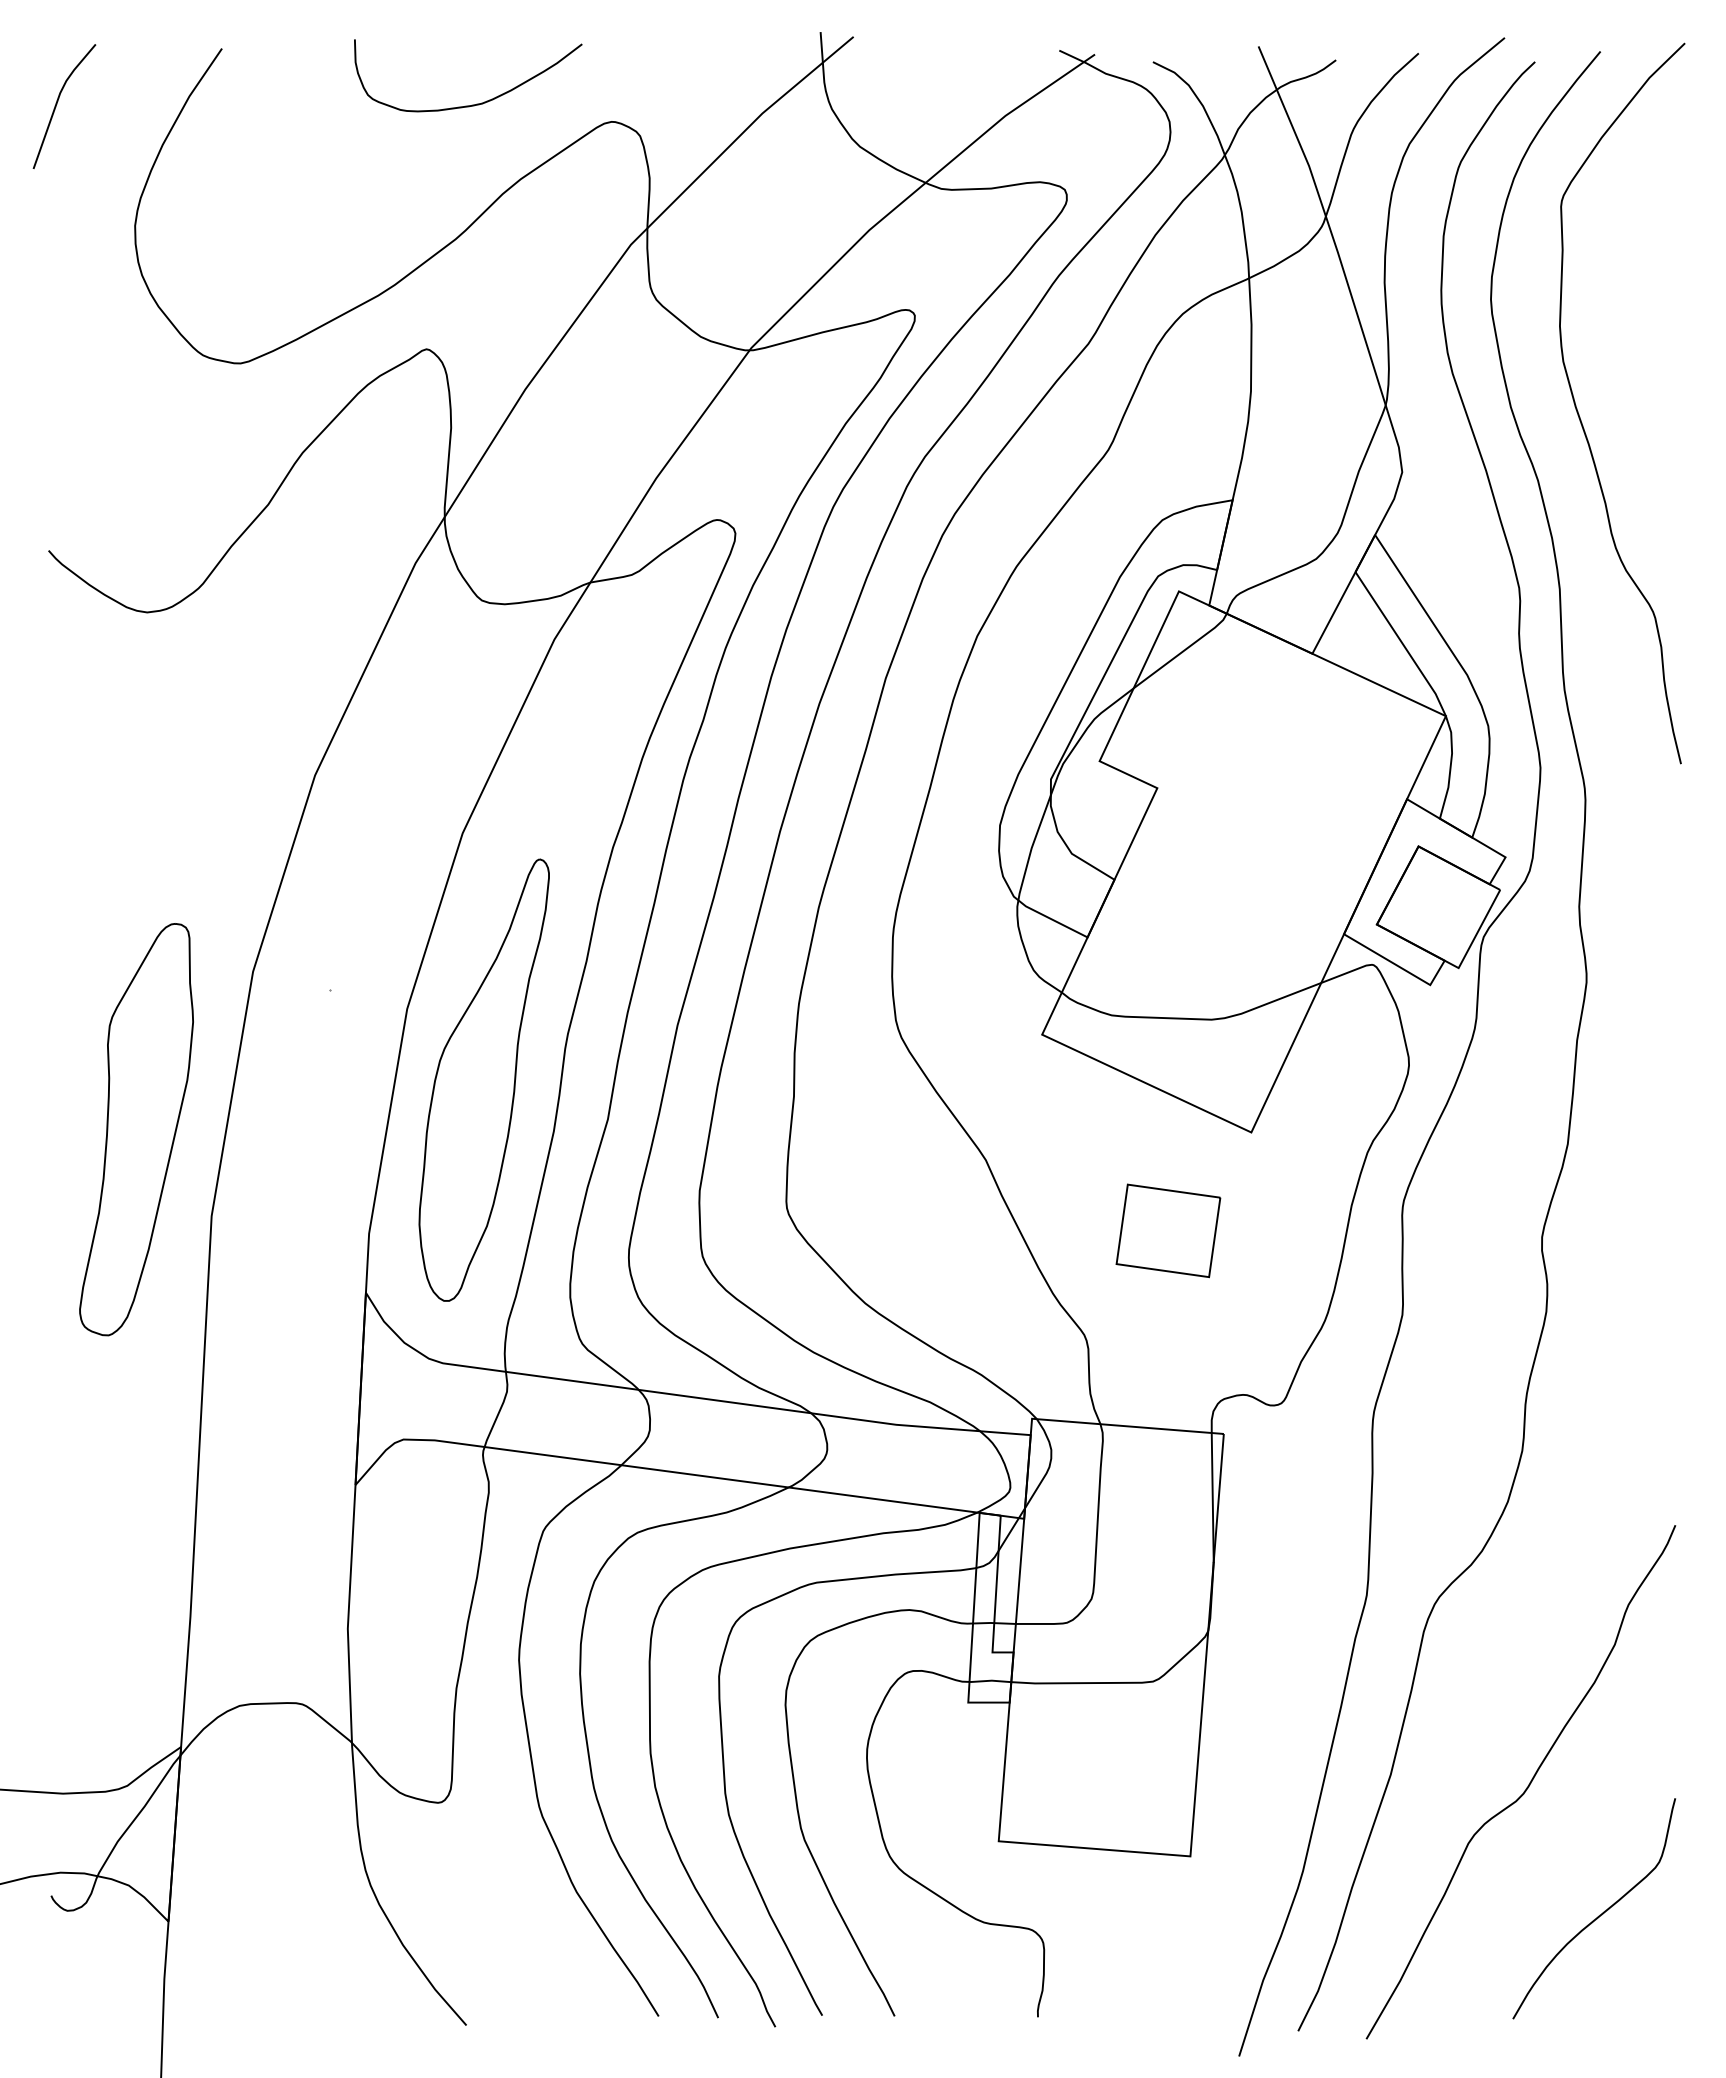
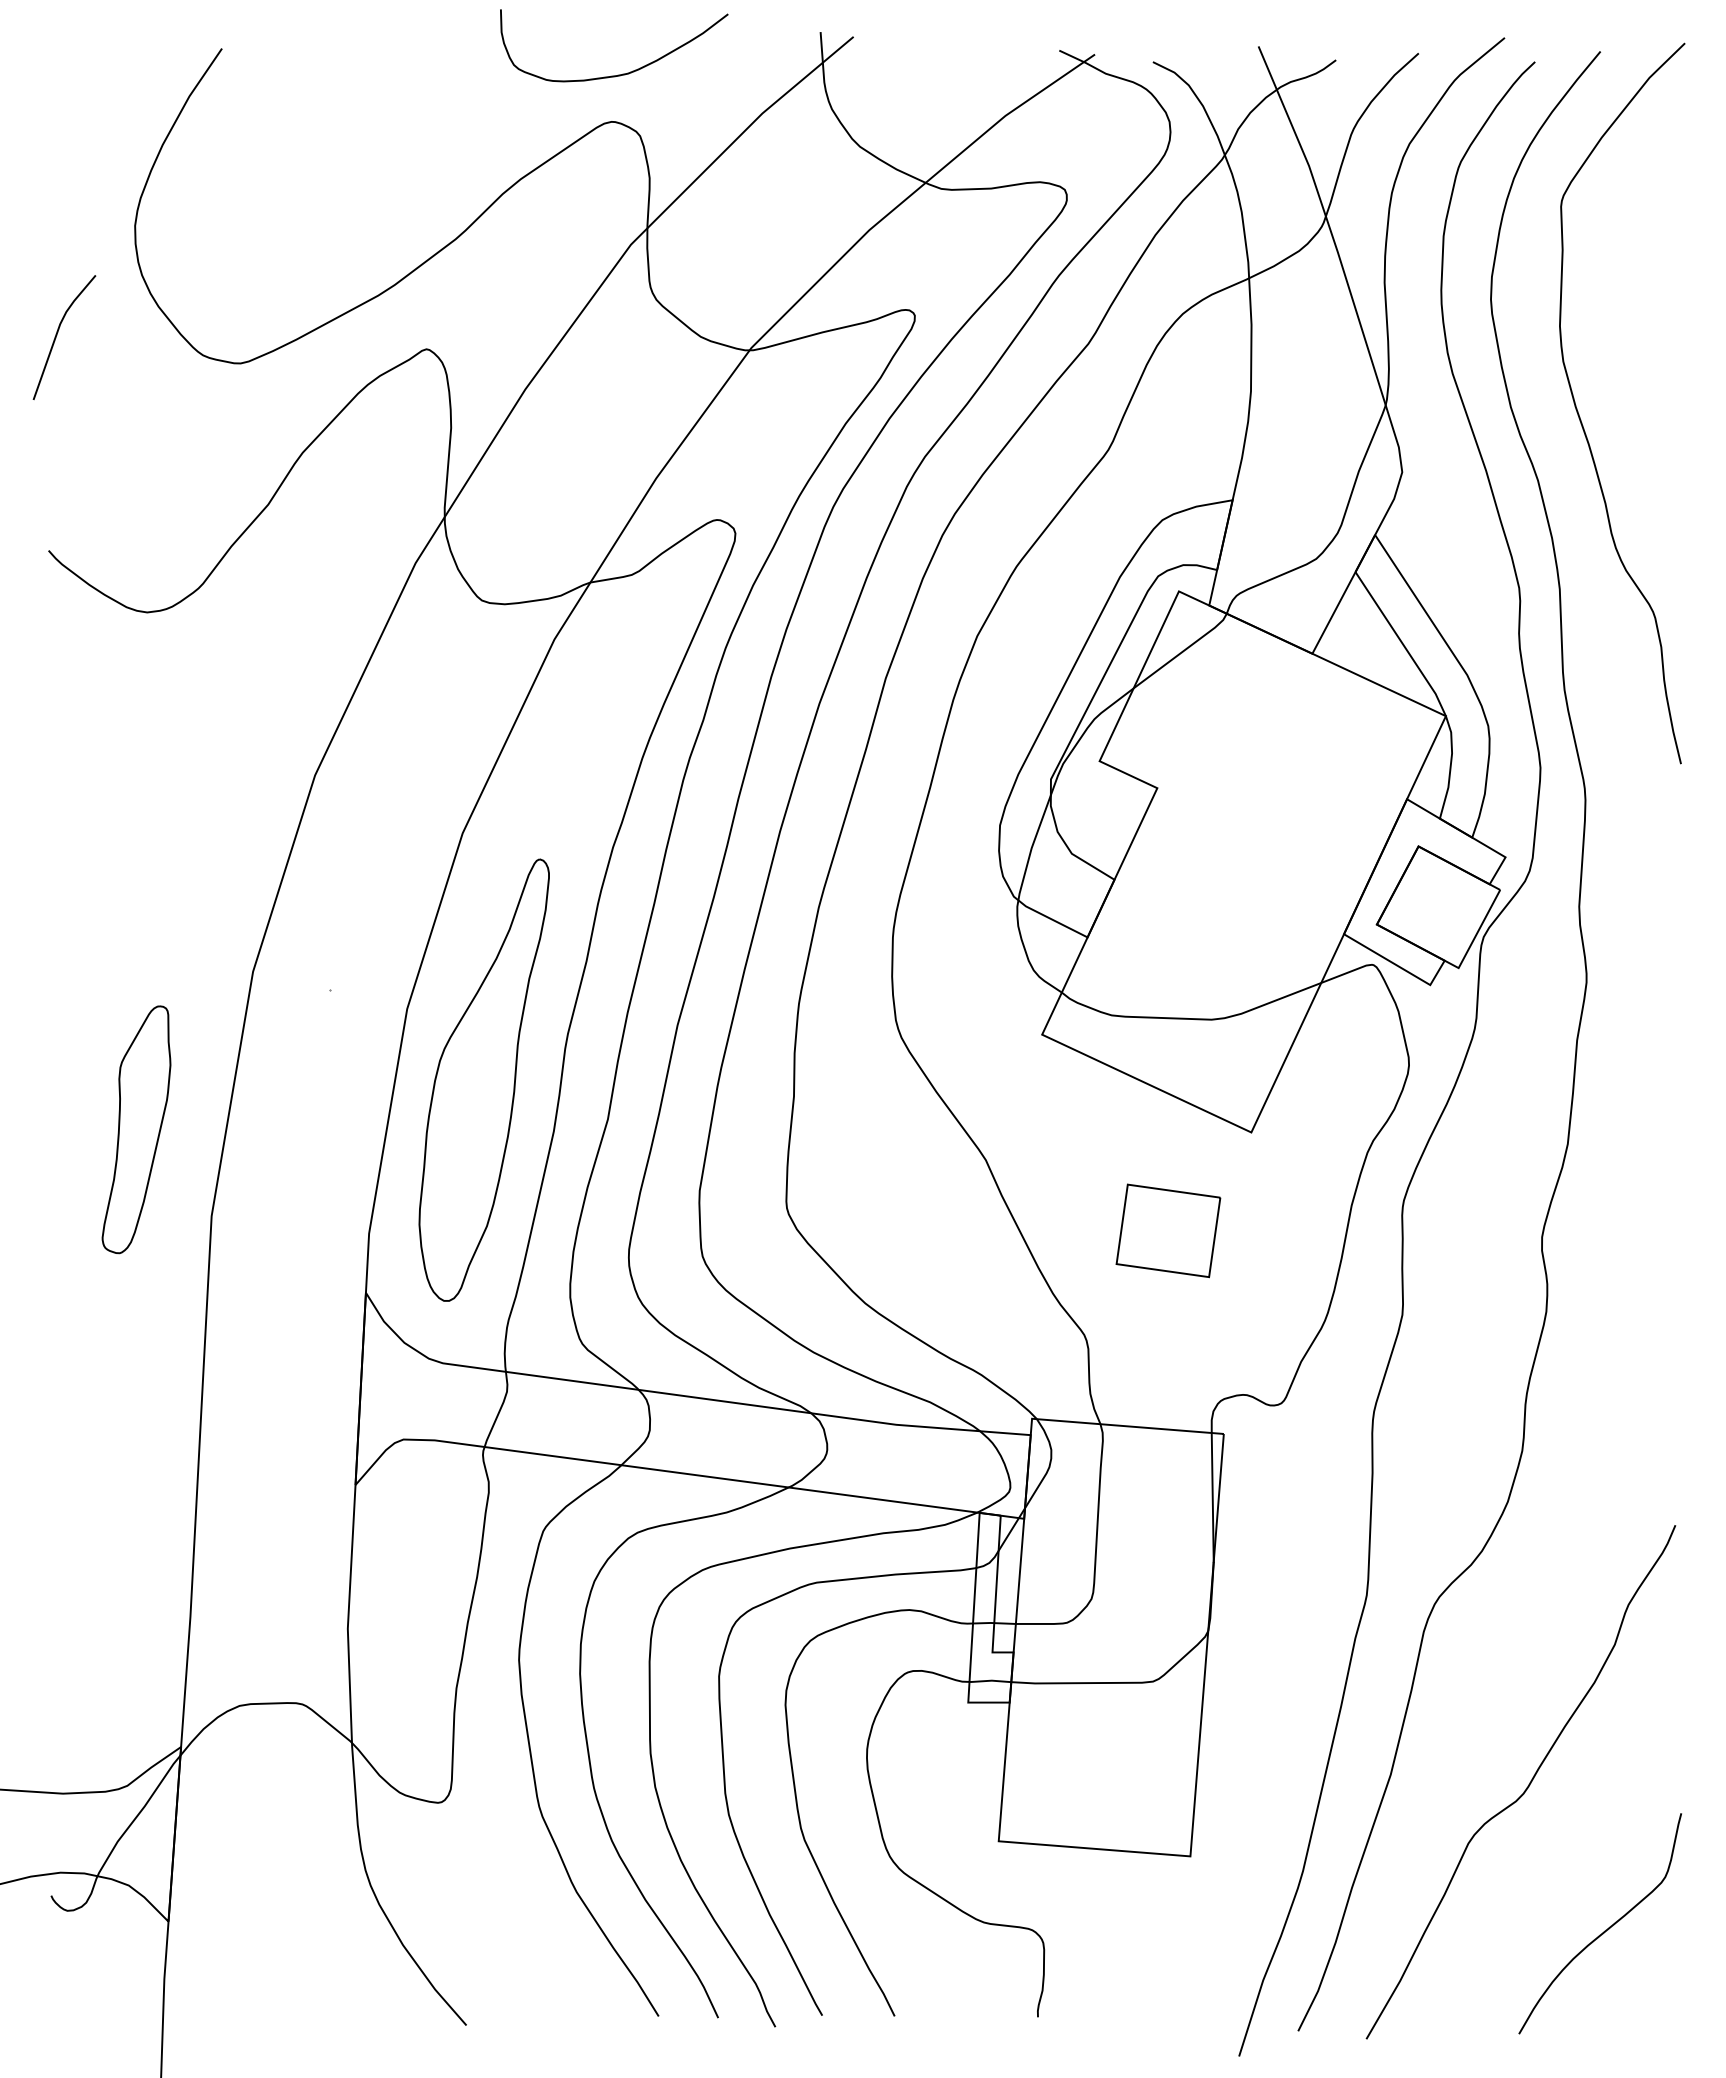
curve at (476, 103) position: (476, 103) -> (622, 73)
line at (57, 104) position: (57, 104) -> (57, 335)
part at (136, 1129) size: 115x414 px -> 71x250 px
curve at (1598, 1915) position: (1598, 1915) -> (1604, 1930)
